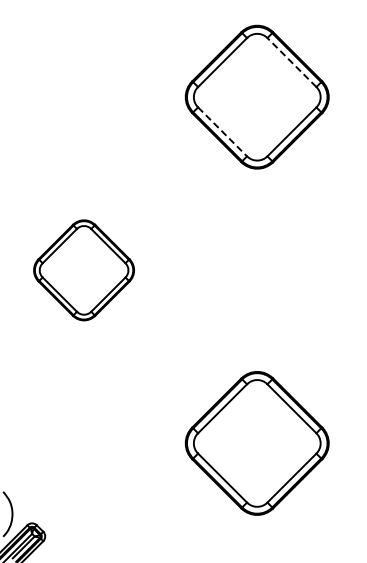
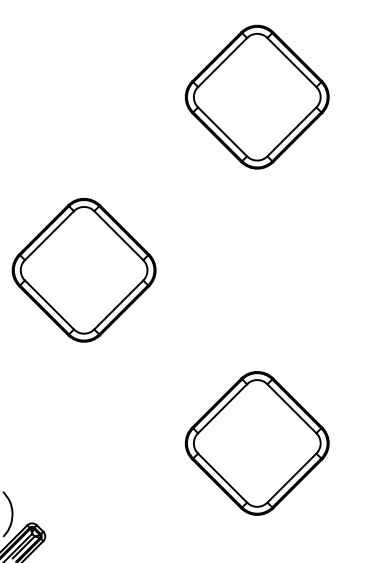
line at (291, 62): dashed -> solid
line at (222, 131): dashed -> solid
part at (83, 270) size: 102x103 px -> 146x145 px
